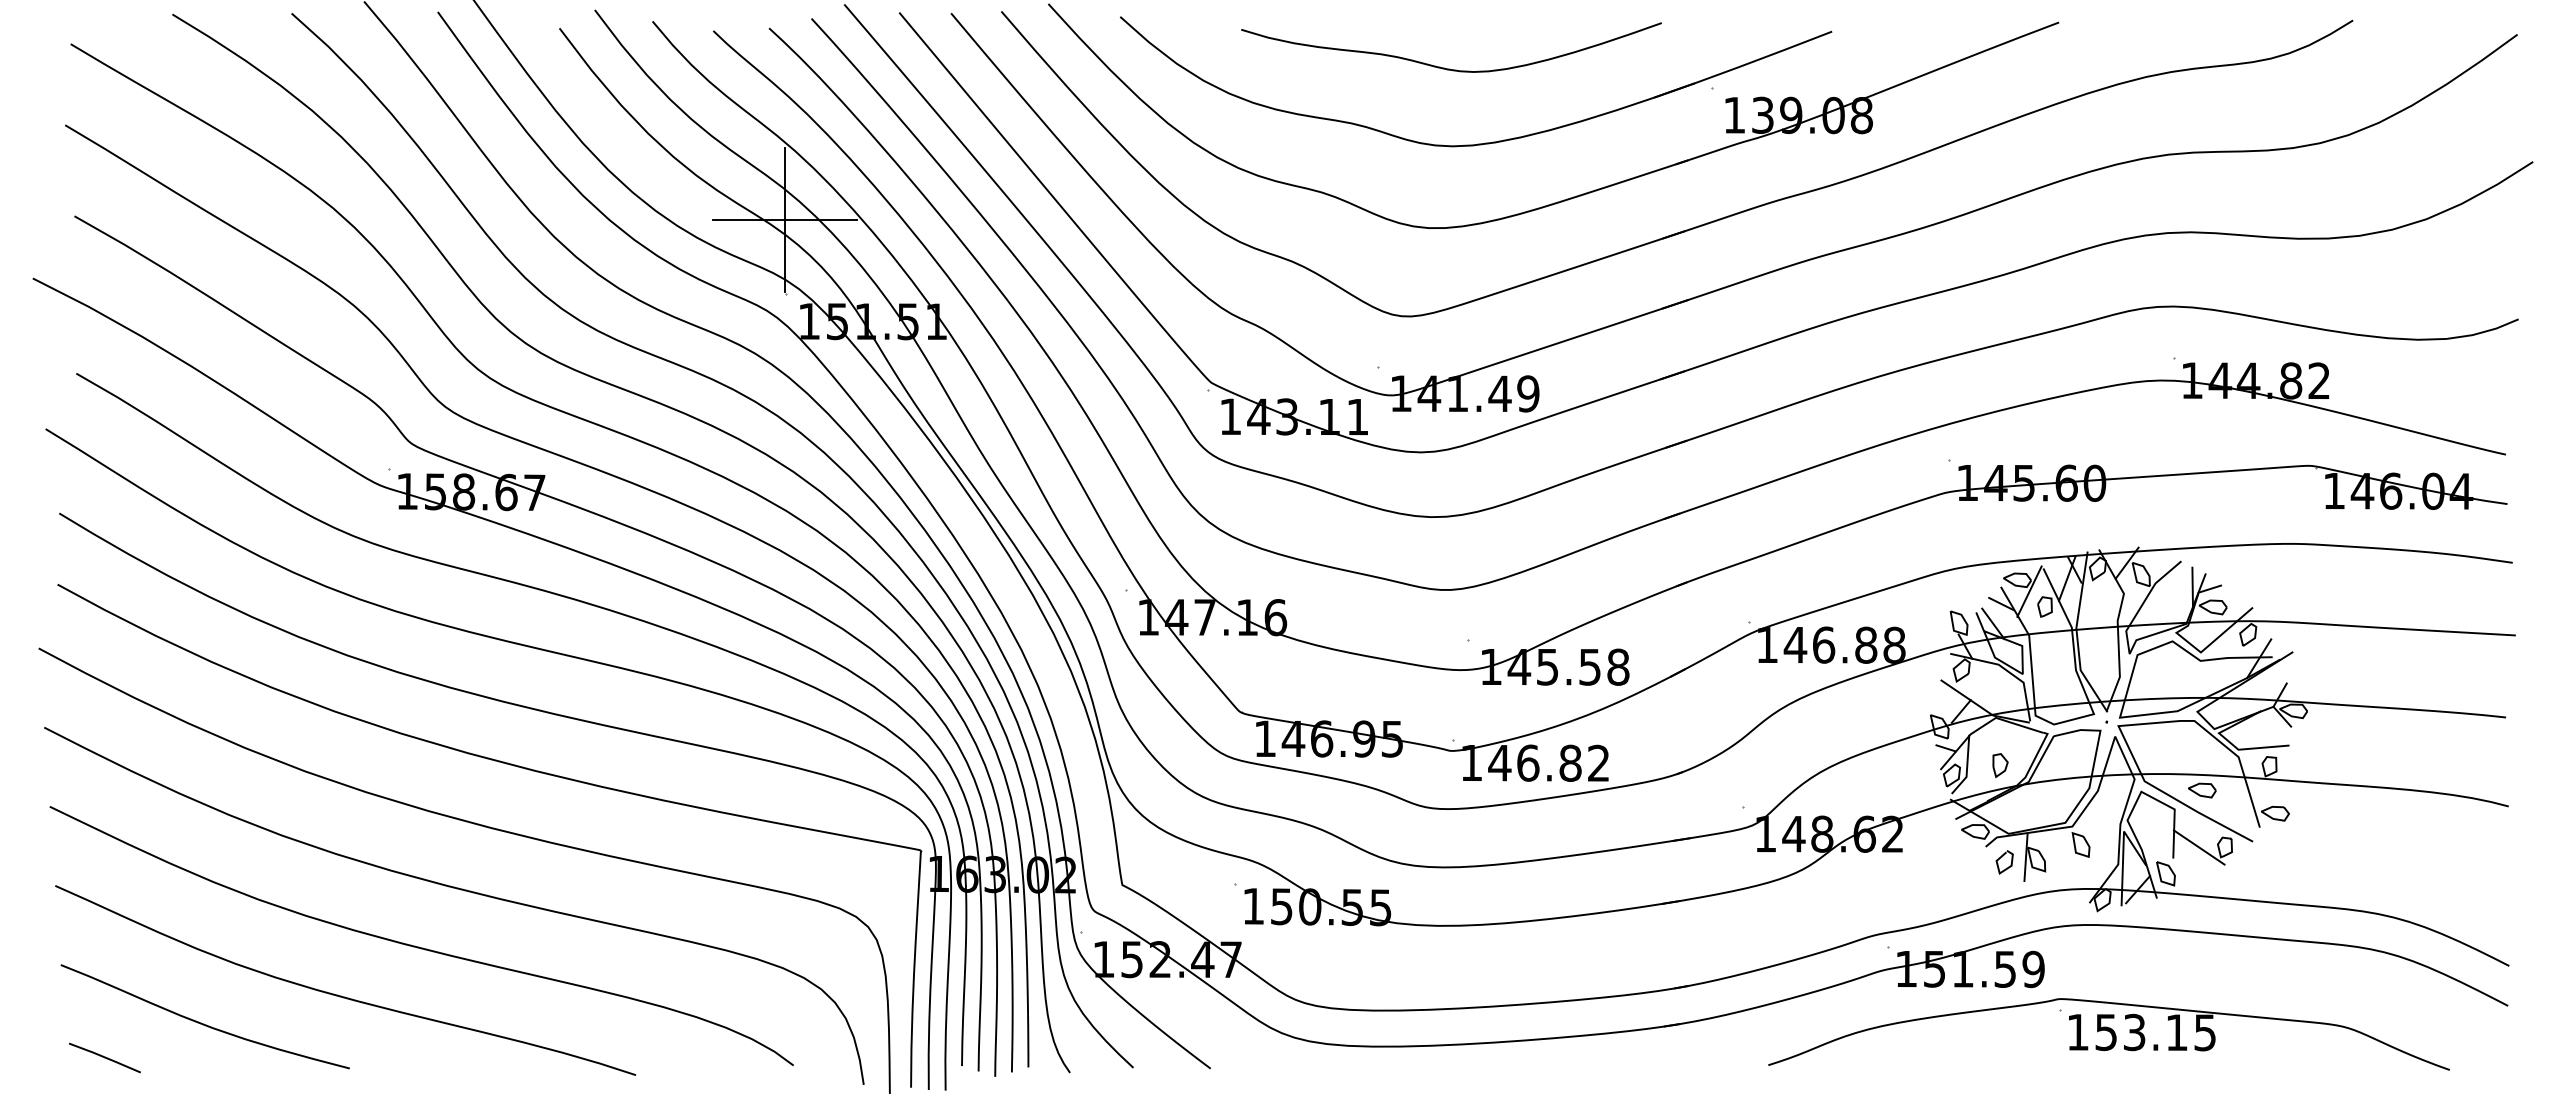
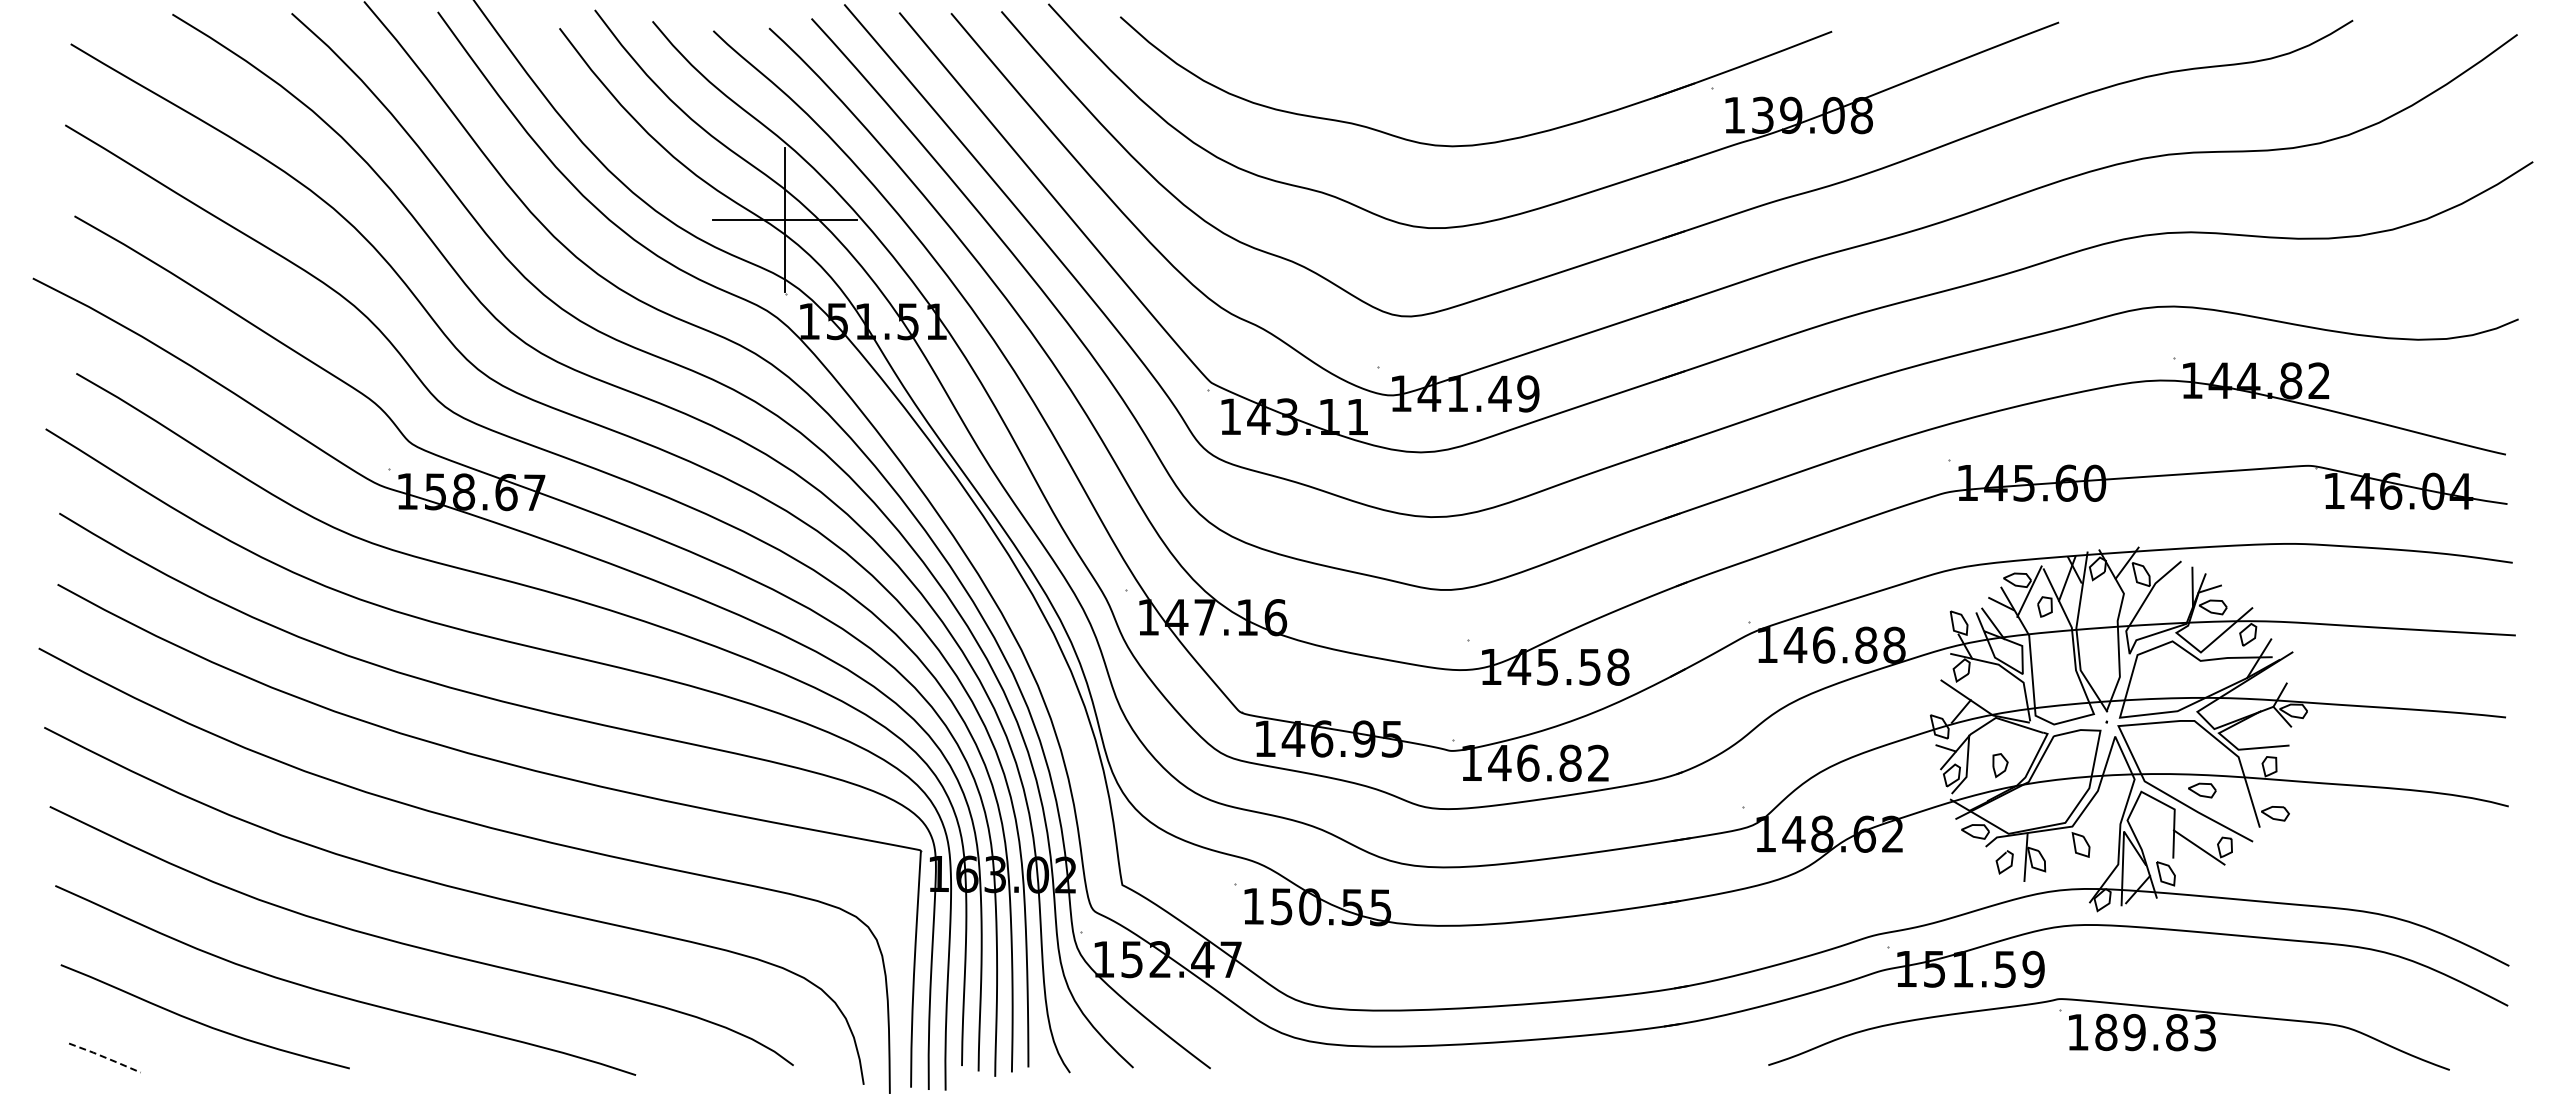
curve at (1449, 68): present -> none
text at (2155, 1032): 153.15 -> 189.83
line at (105, 1057): solid -> dashed
